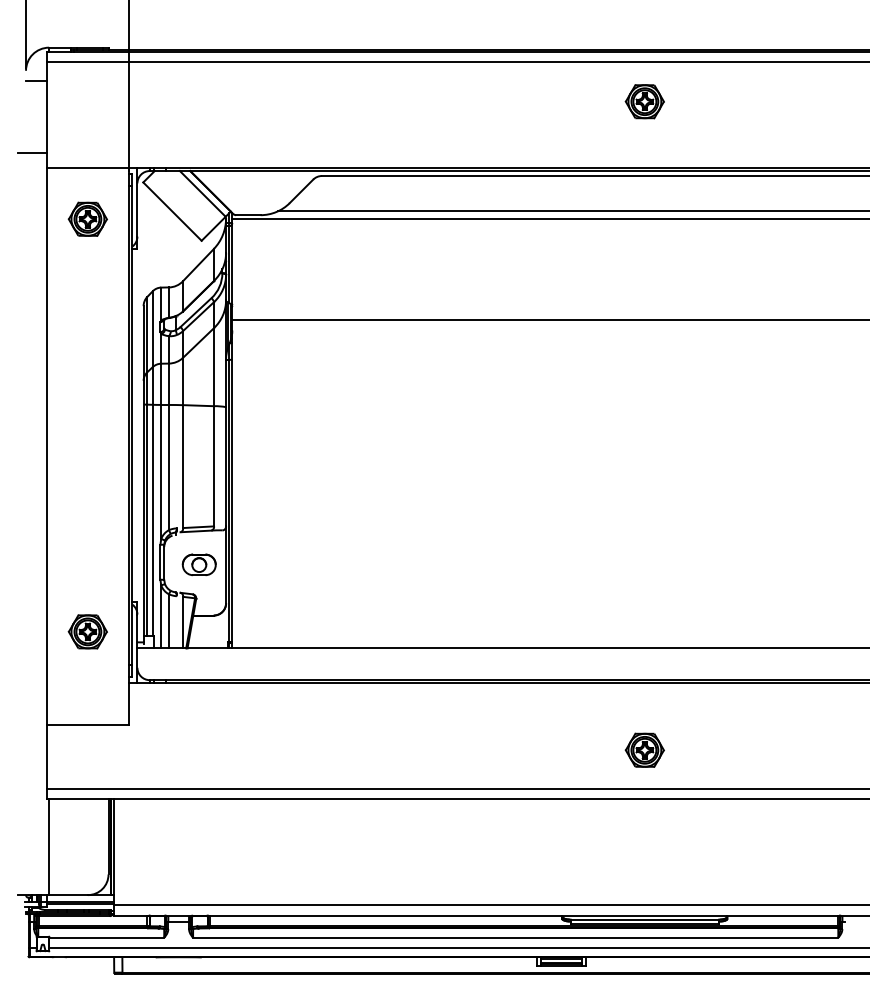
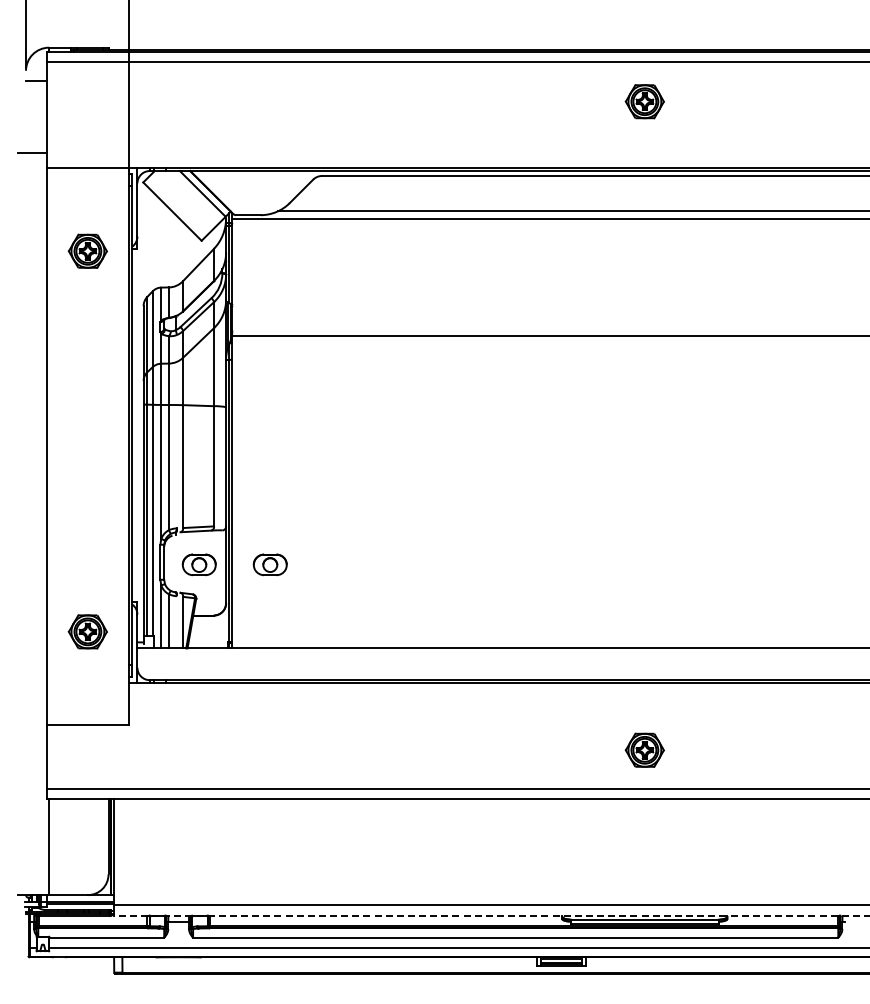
part at (87, 218) position: (87, 218) -> (87, 250)
line at (549, 320) position: (549, 320) -> (549, 336)
part at (269, 564): none -> present
line at (491, 915): solid -> dashed
